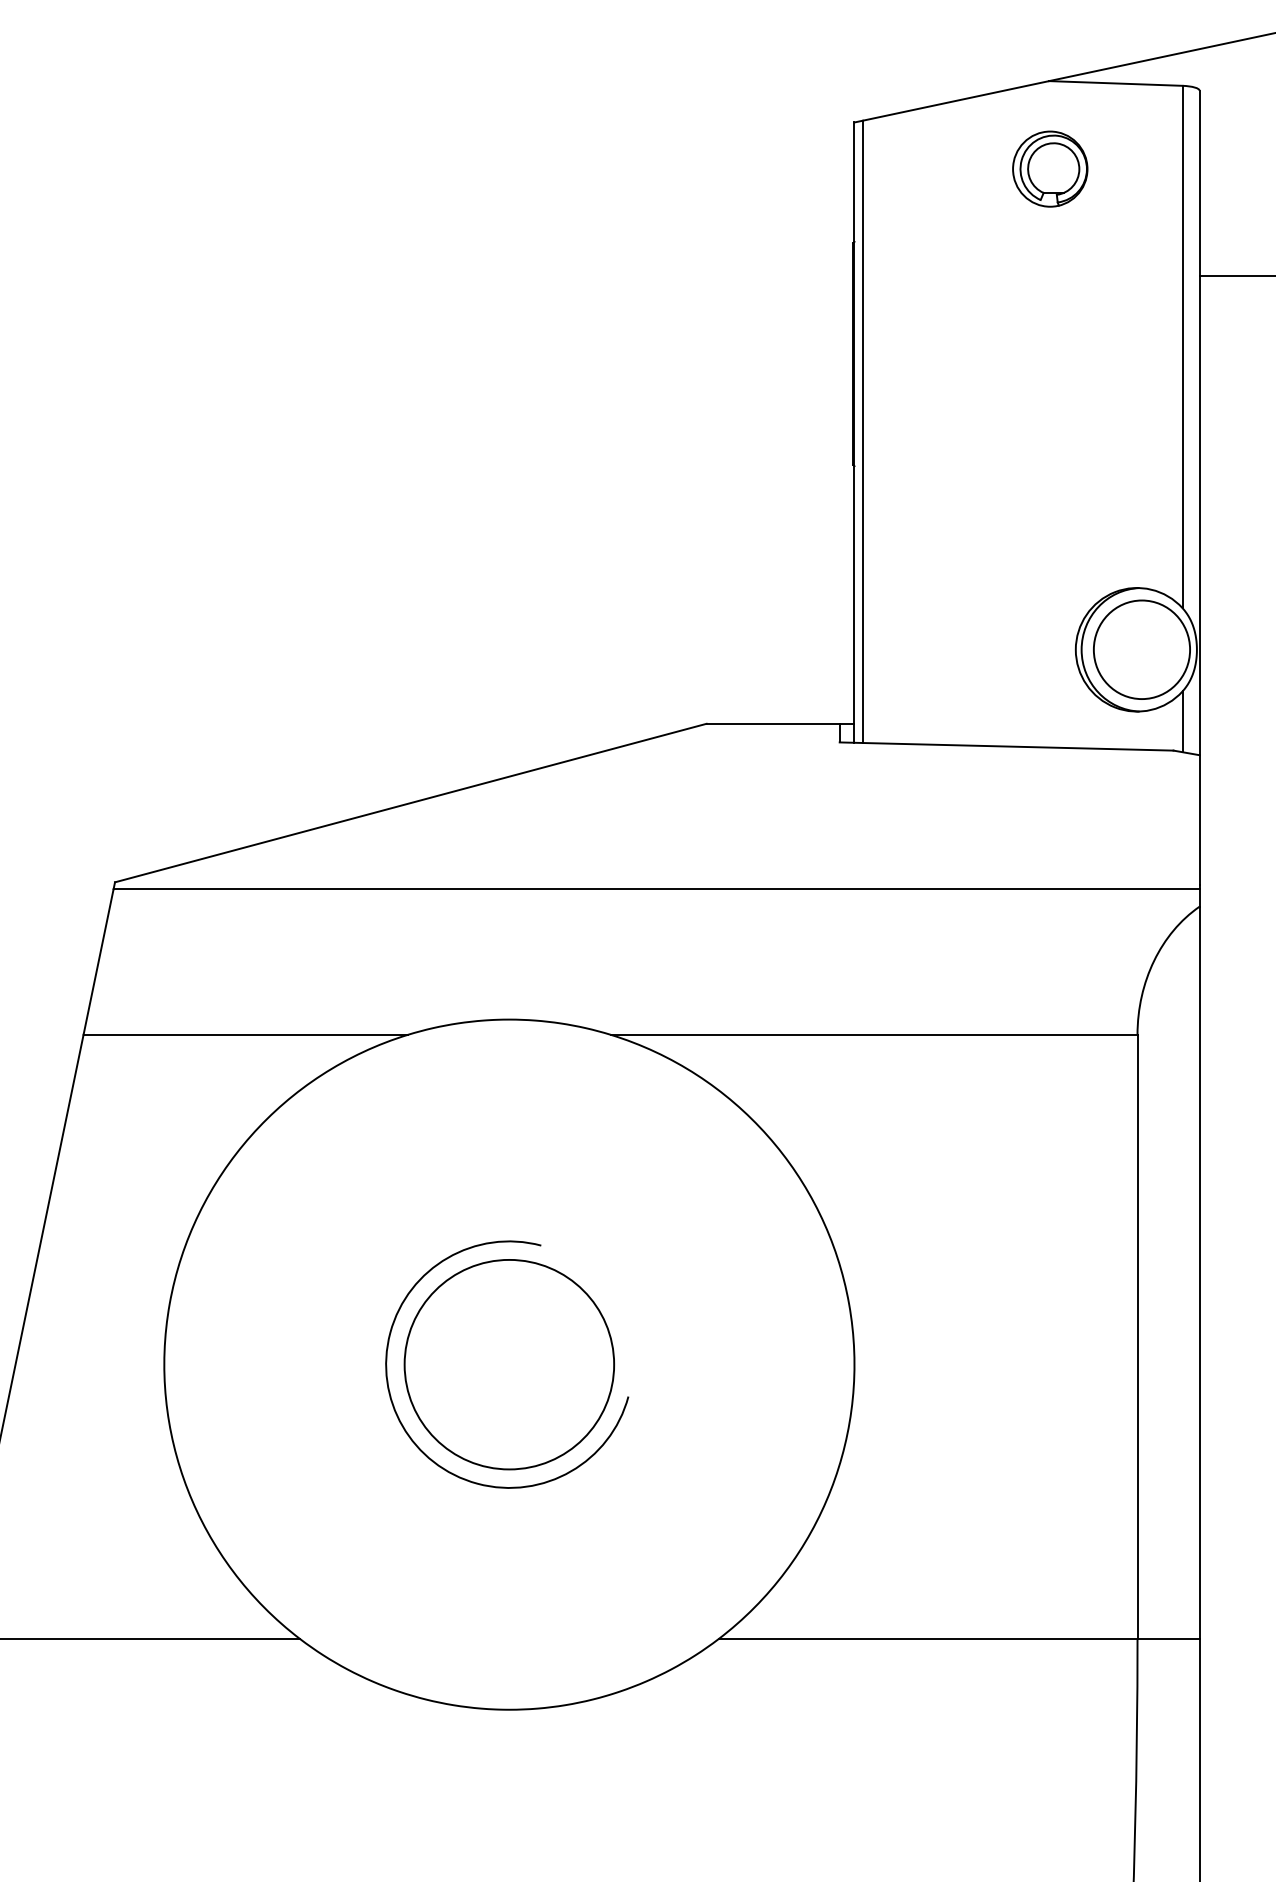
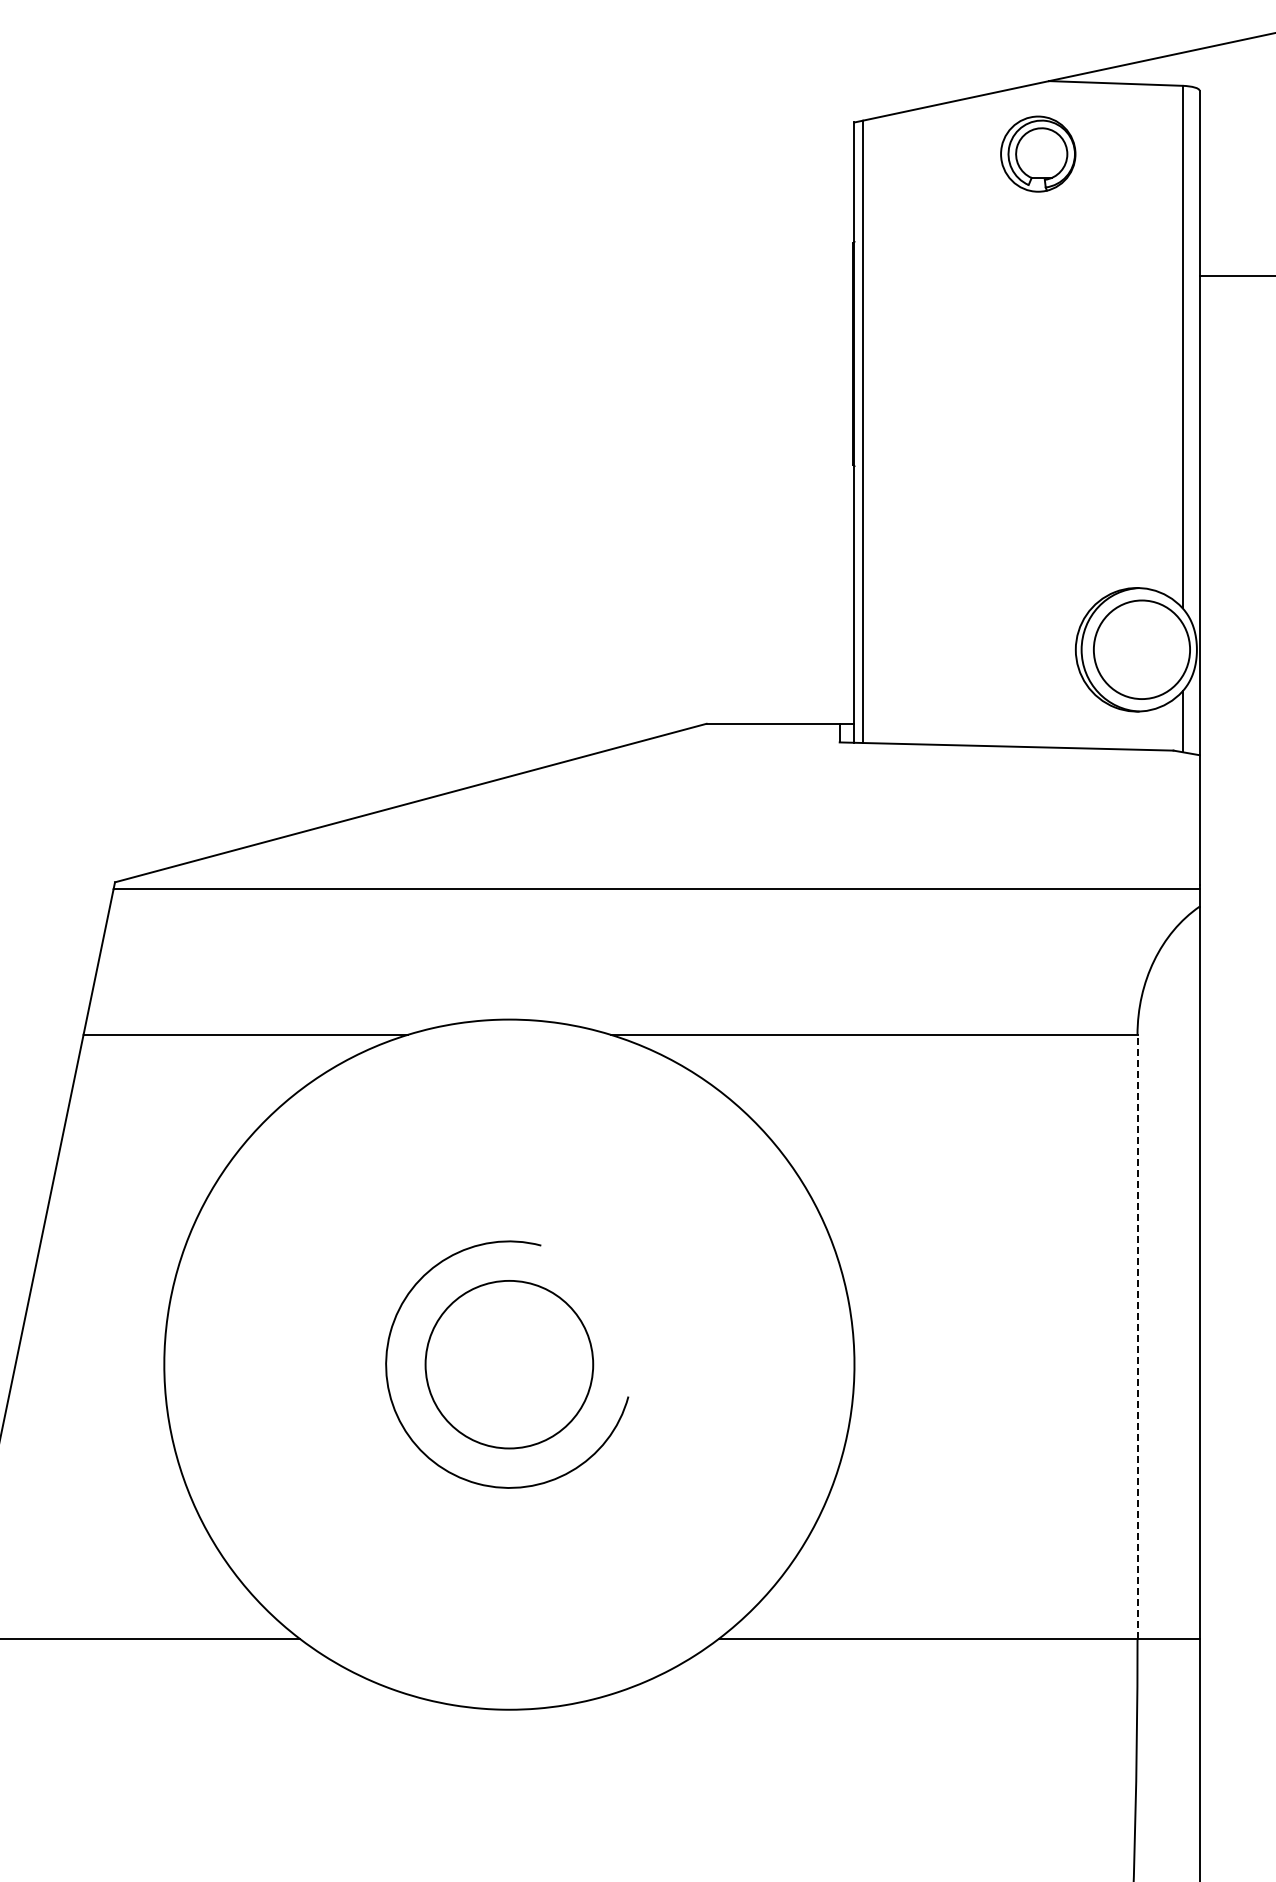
part at (1050, 168) position: (1050, 168) -> (1038, 153)
line at (1137, 1336): solid -> dashed
circle at (509, 1364) diameter: 210 px -> 168 px
